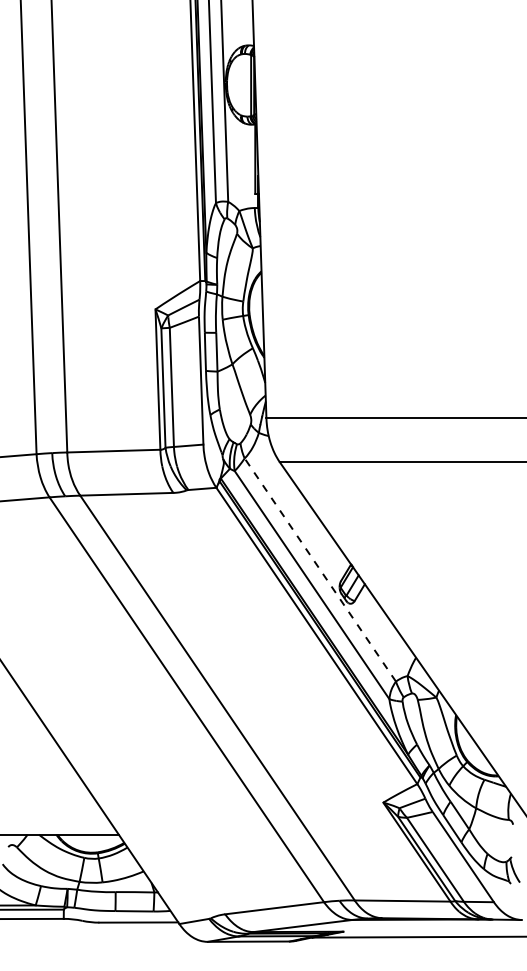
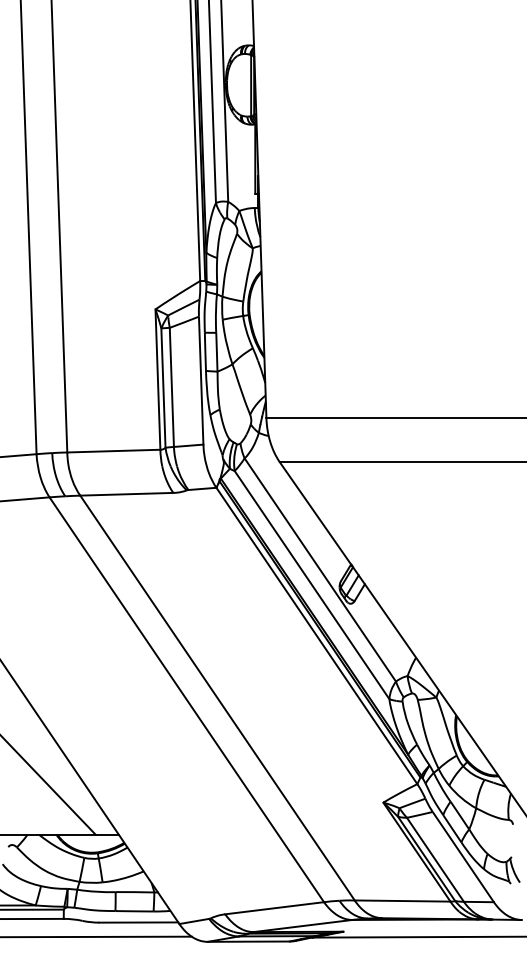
line at (320, 570): dashed -> solid
line at (48, 785): none -> present
line at (96, 936): none -> present
